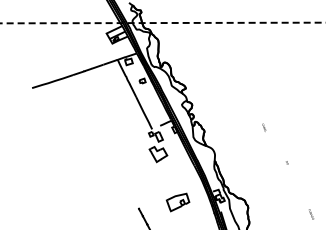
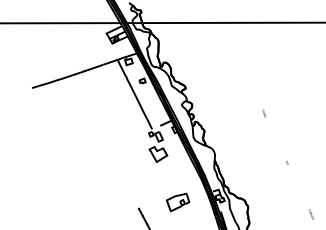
line at (162, 23): dashed -> solid
text at (264, 127) position: (264, 127) -> (264, 113)
